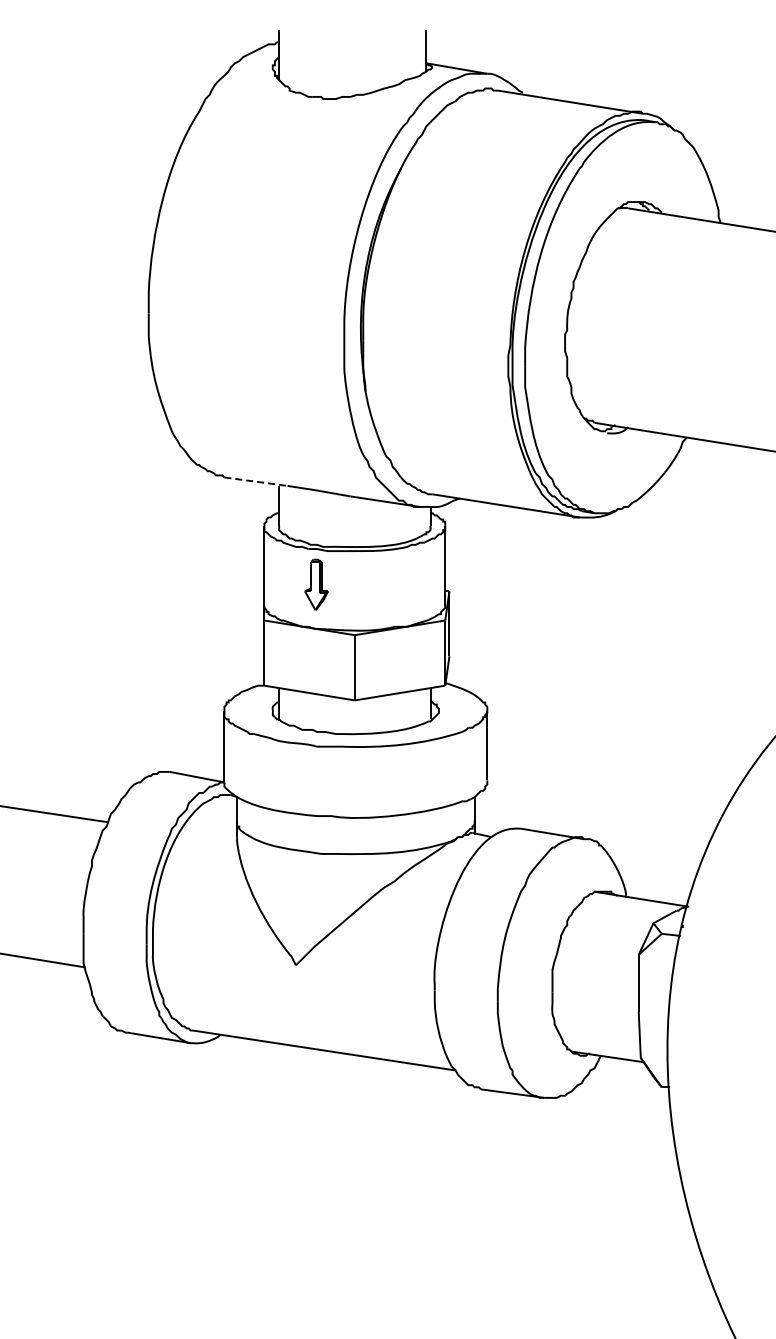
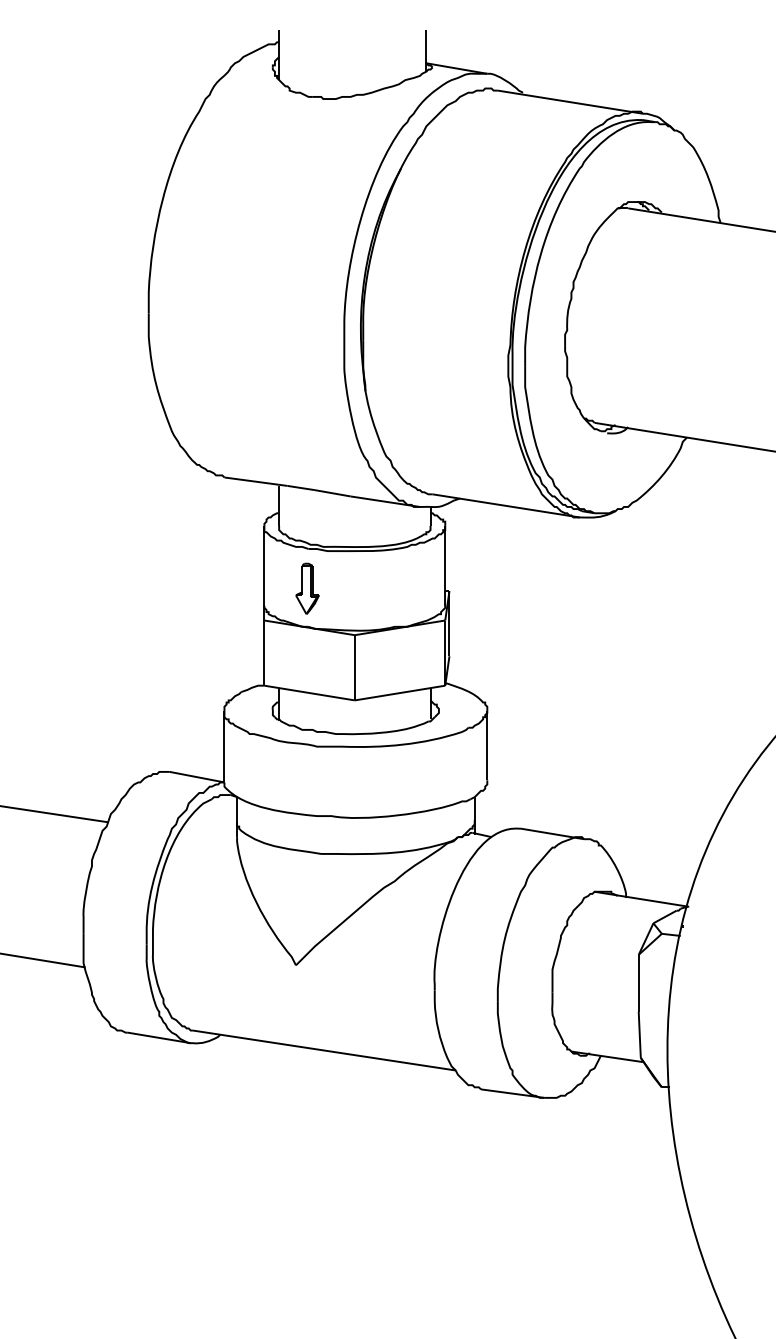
line at (256, 481): dashed -> solid
part at (316, 584) position: (316, 584) -> (307, 588)
